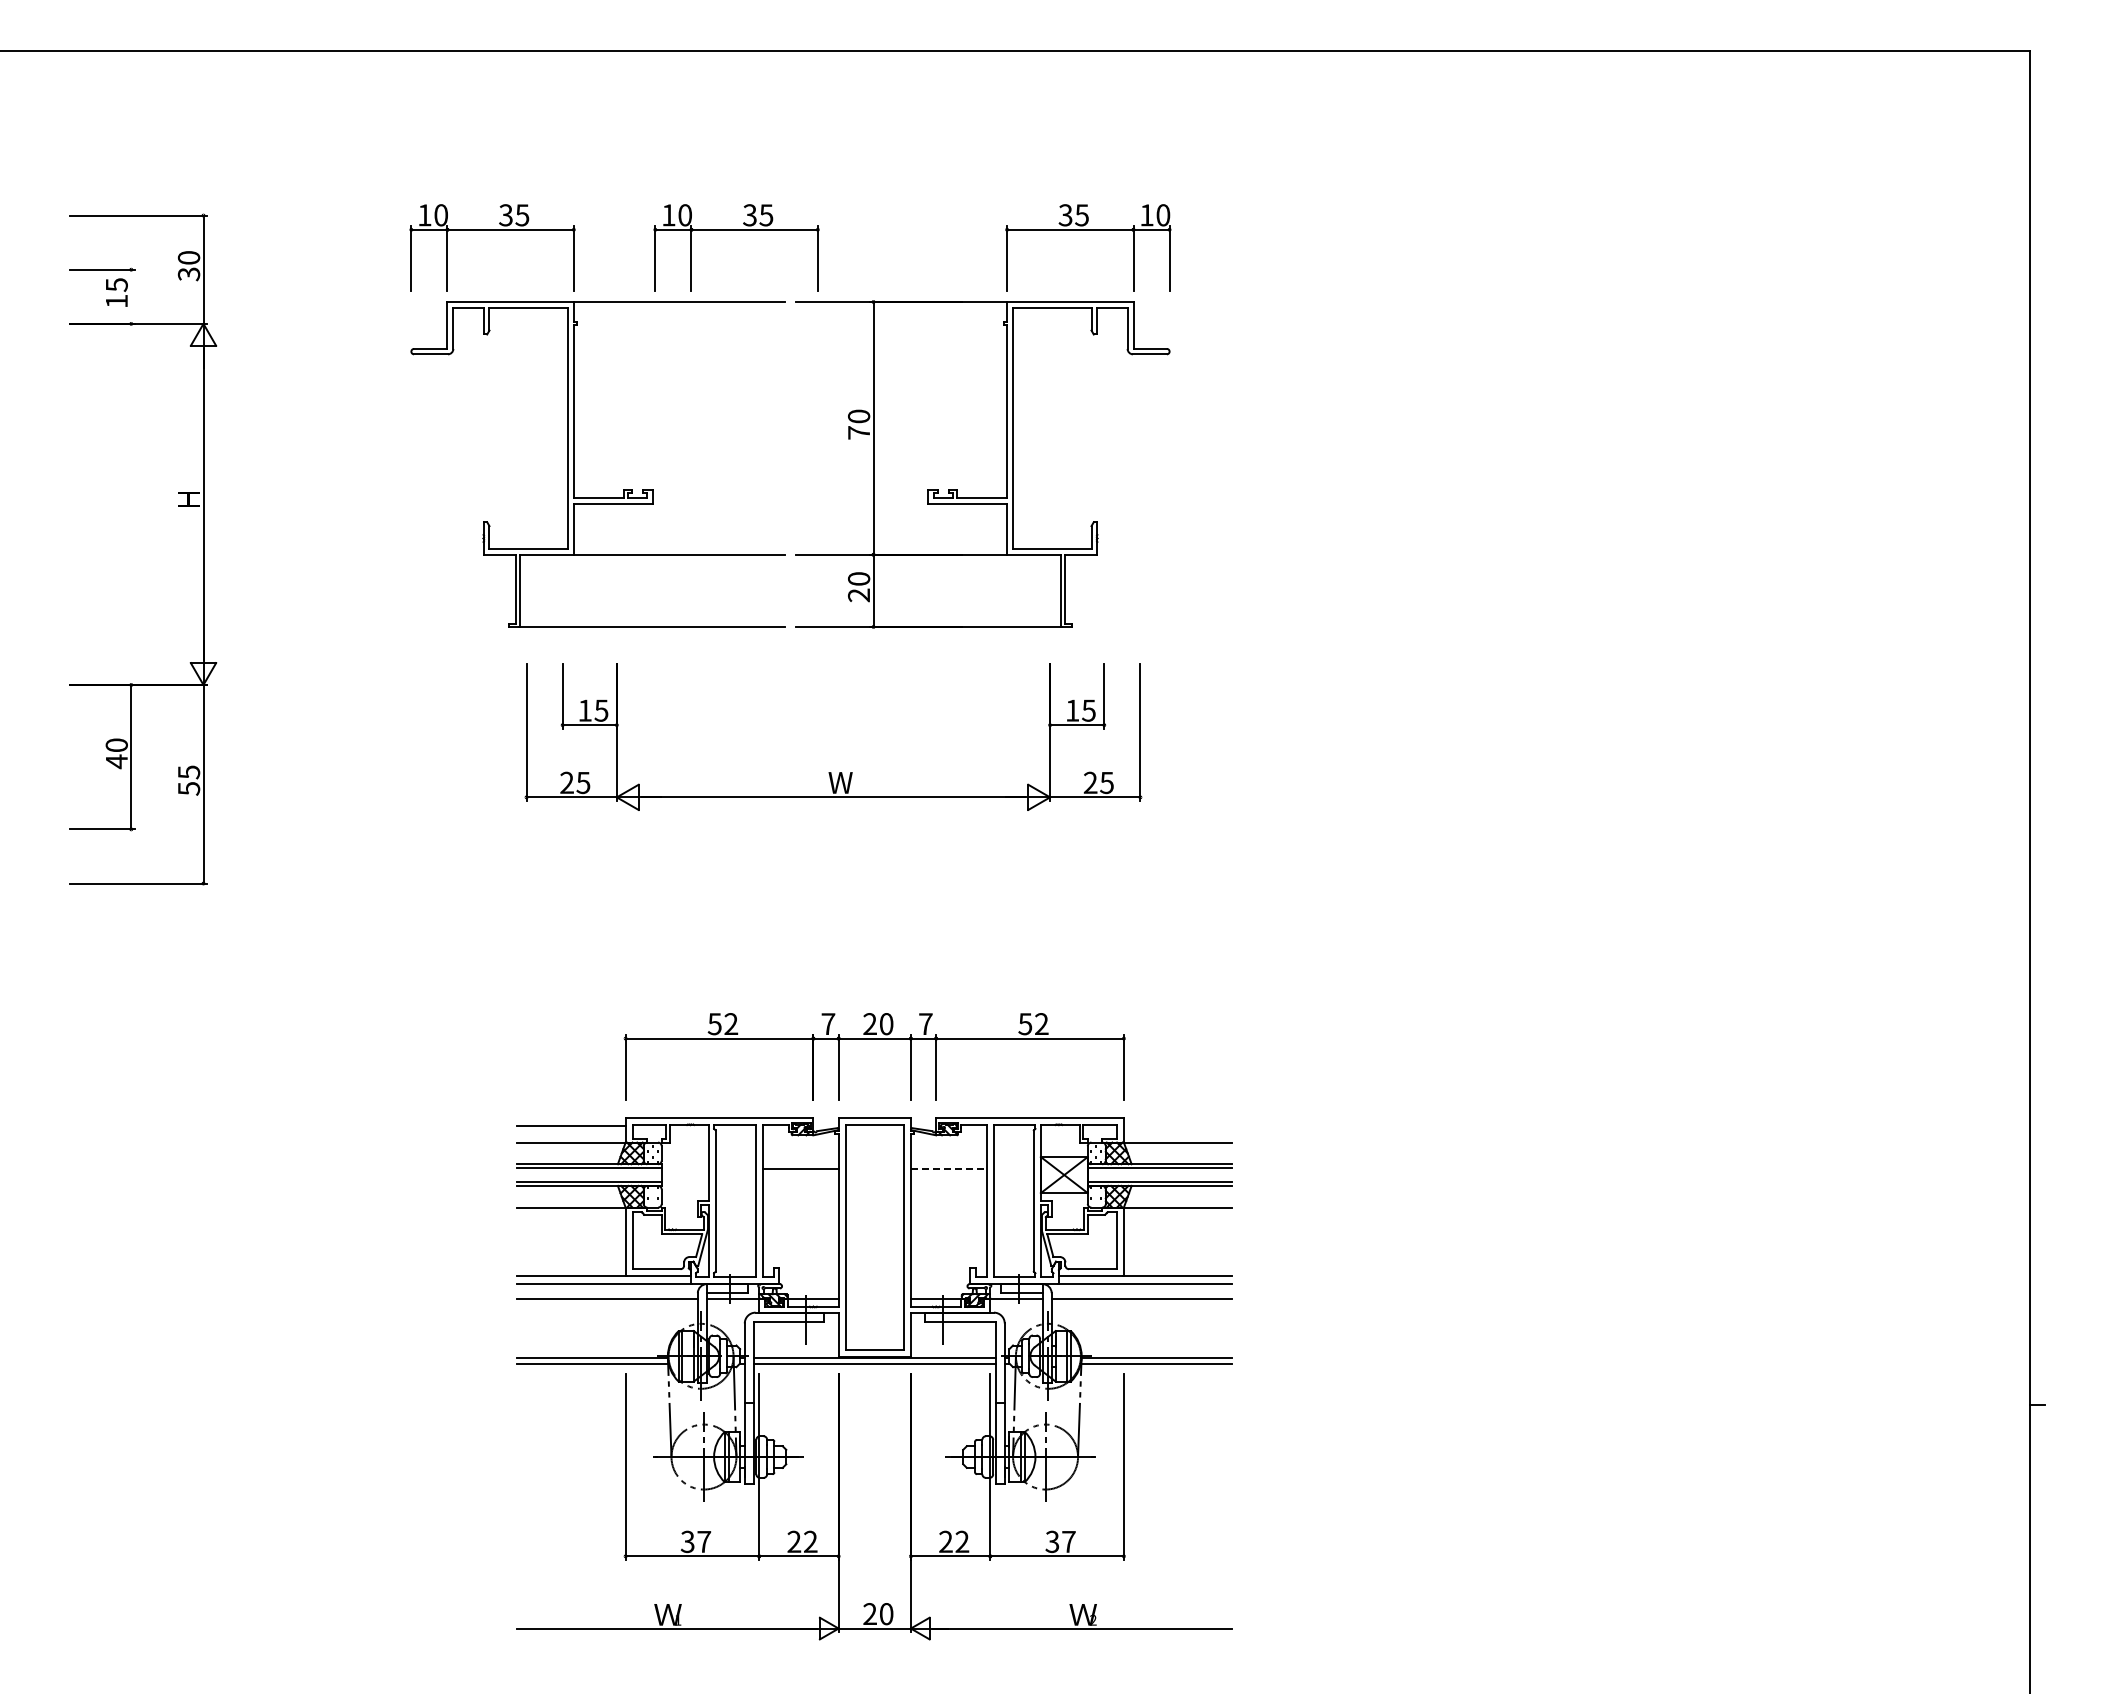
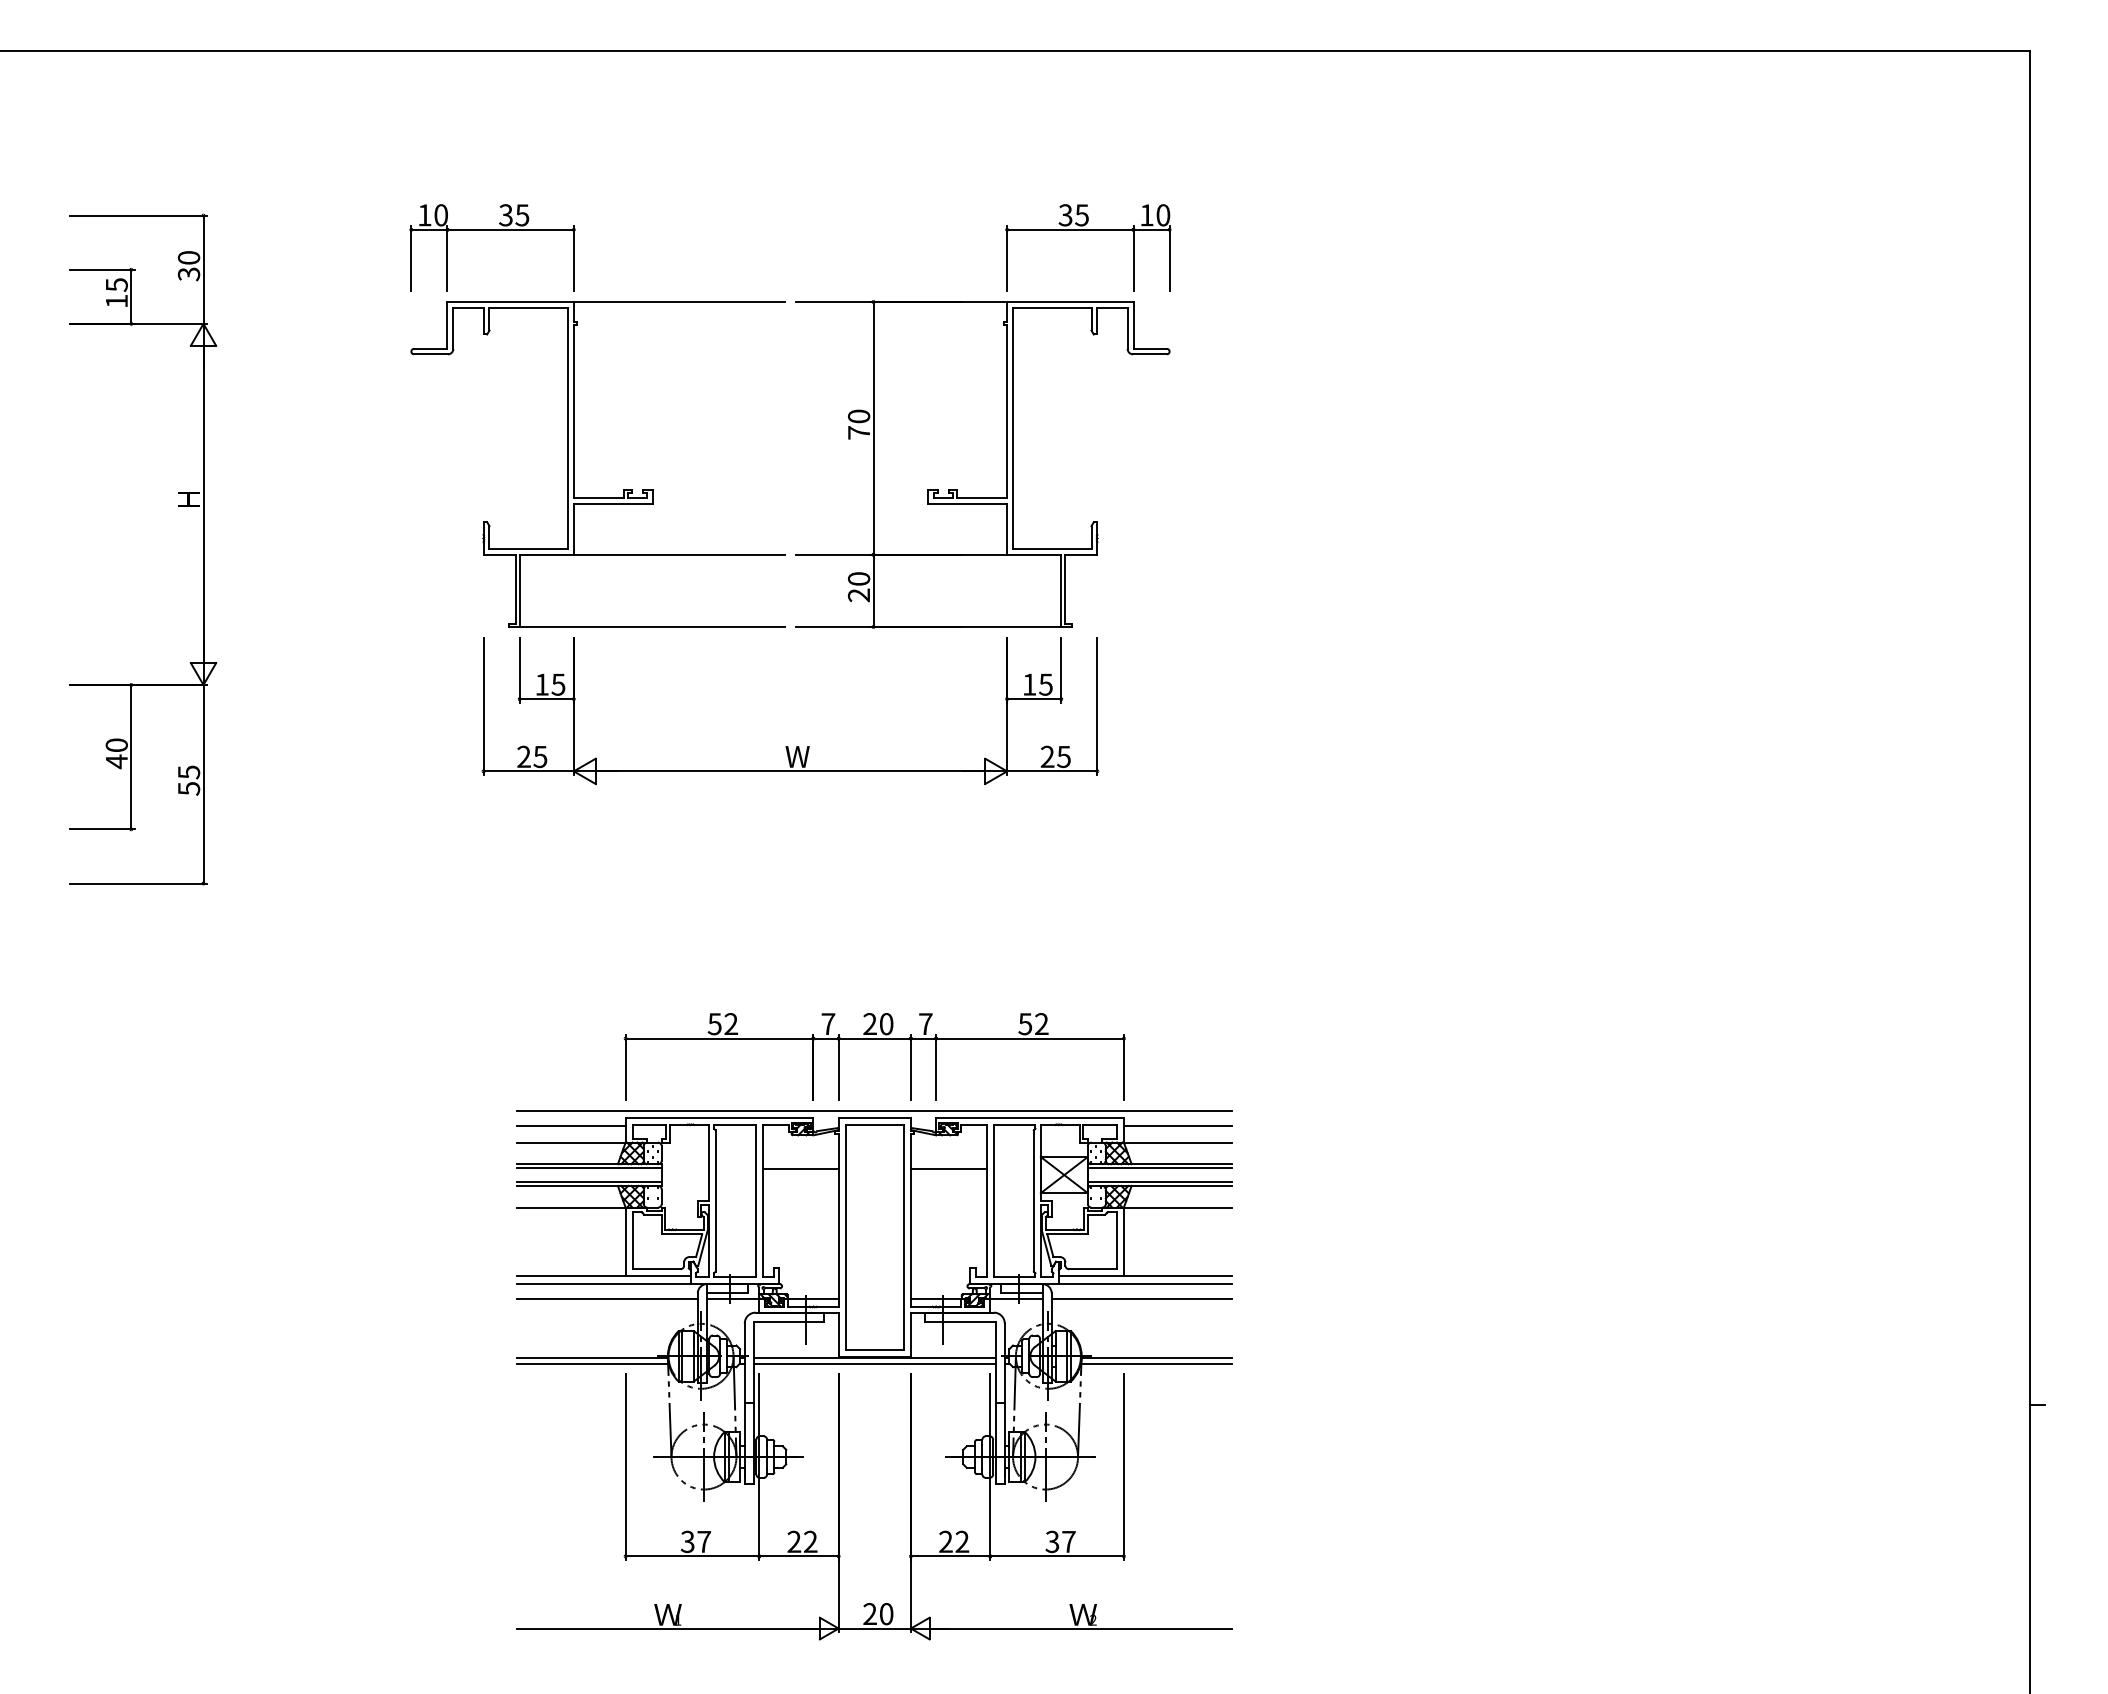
part at (736, 230): present -> none
line at (131, 296): none -> present
part at (831, 772) position: (831, 772) -> (788, 746)
line at (874, 1110): none -> present
line at (1177, 1125): none -> present
line at (948, 1169): dashed -> solid
